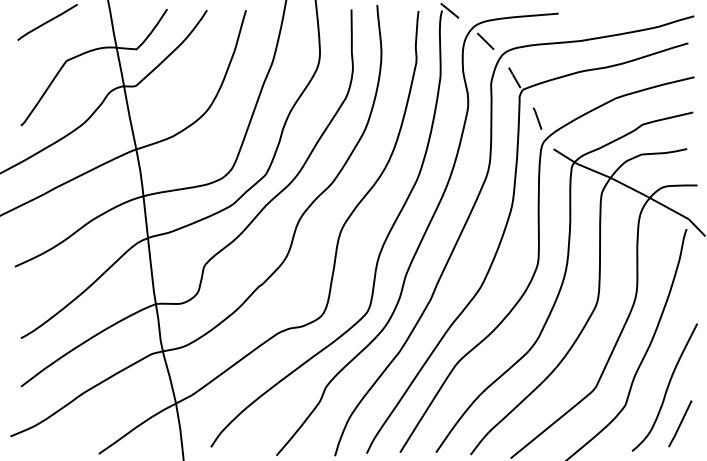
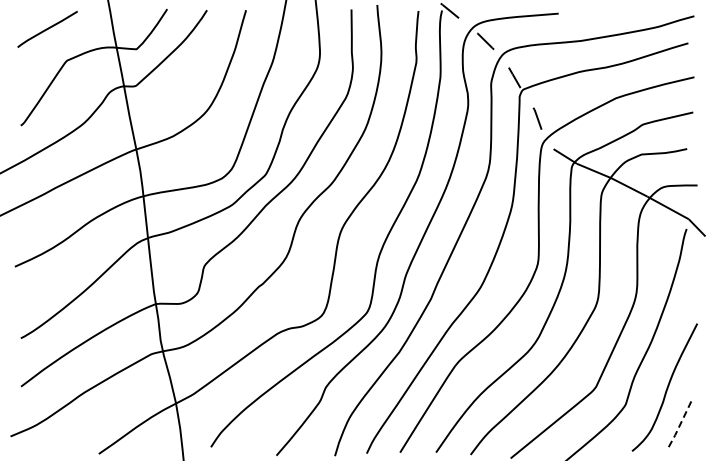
line at (47, 22) position: (47, 22) -> (47, 29)
line at (680, 424): solid -> dashed
